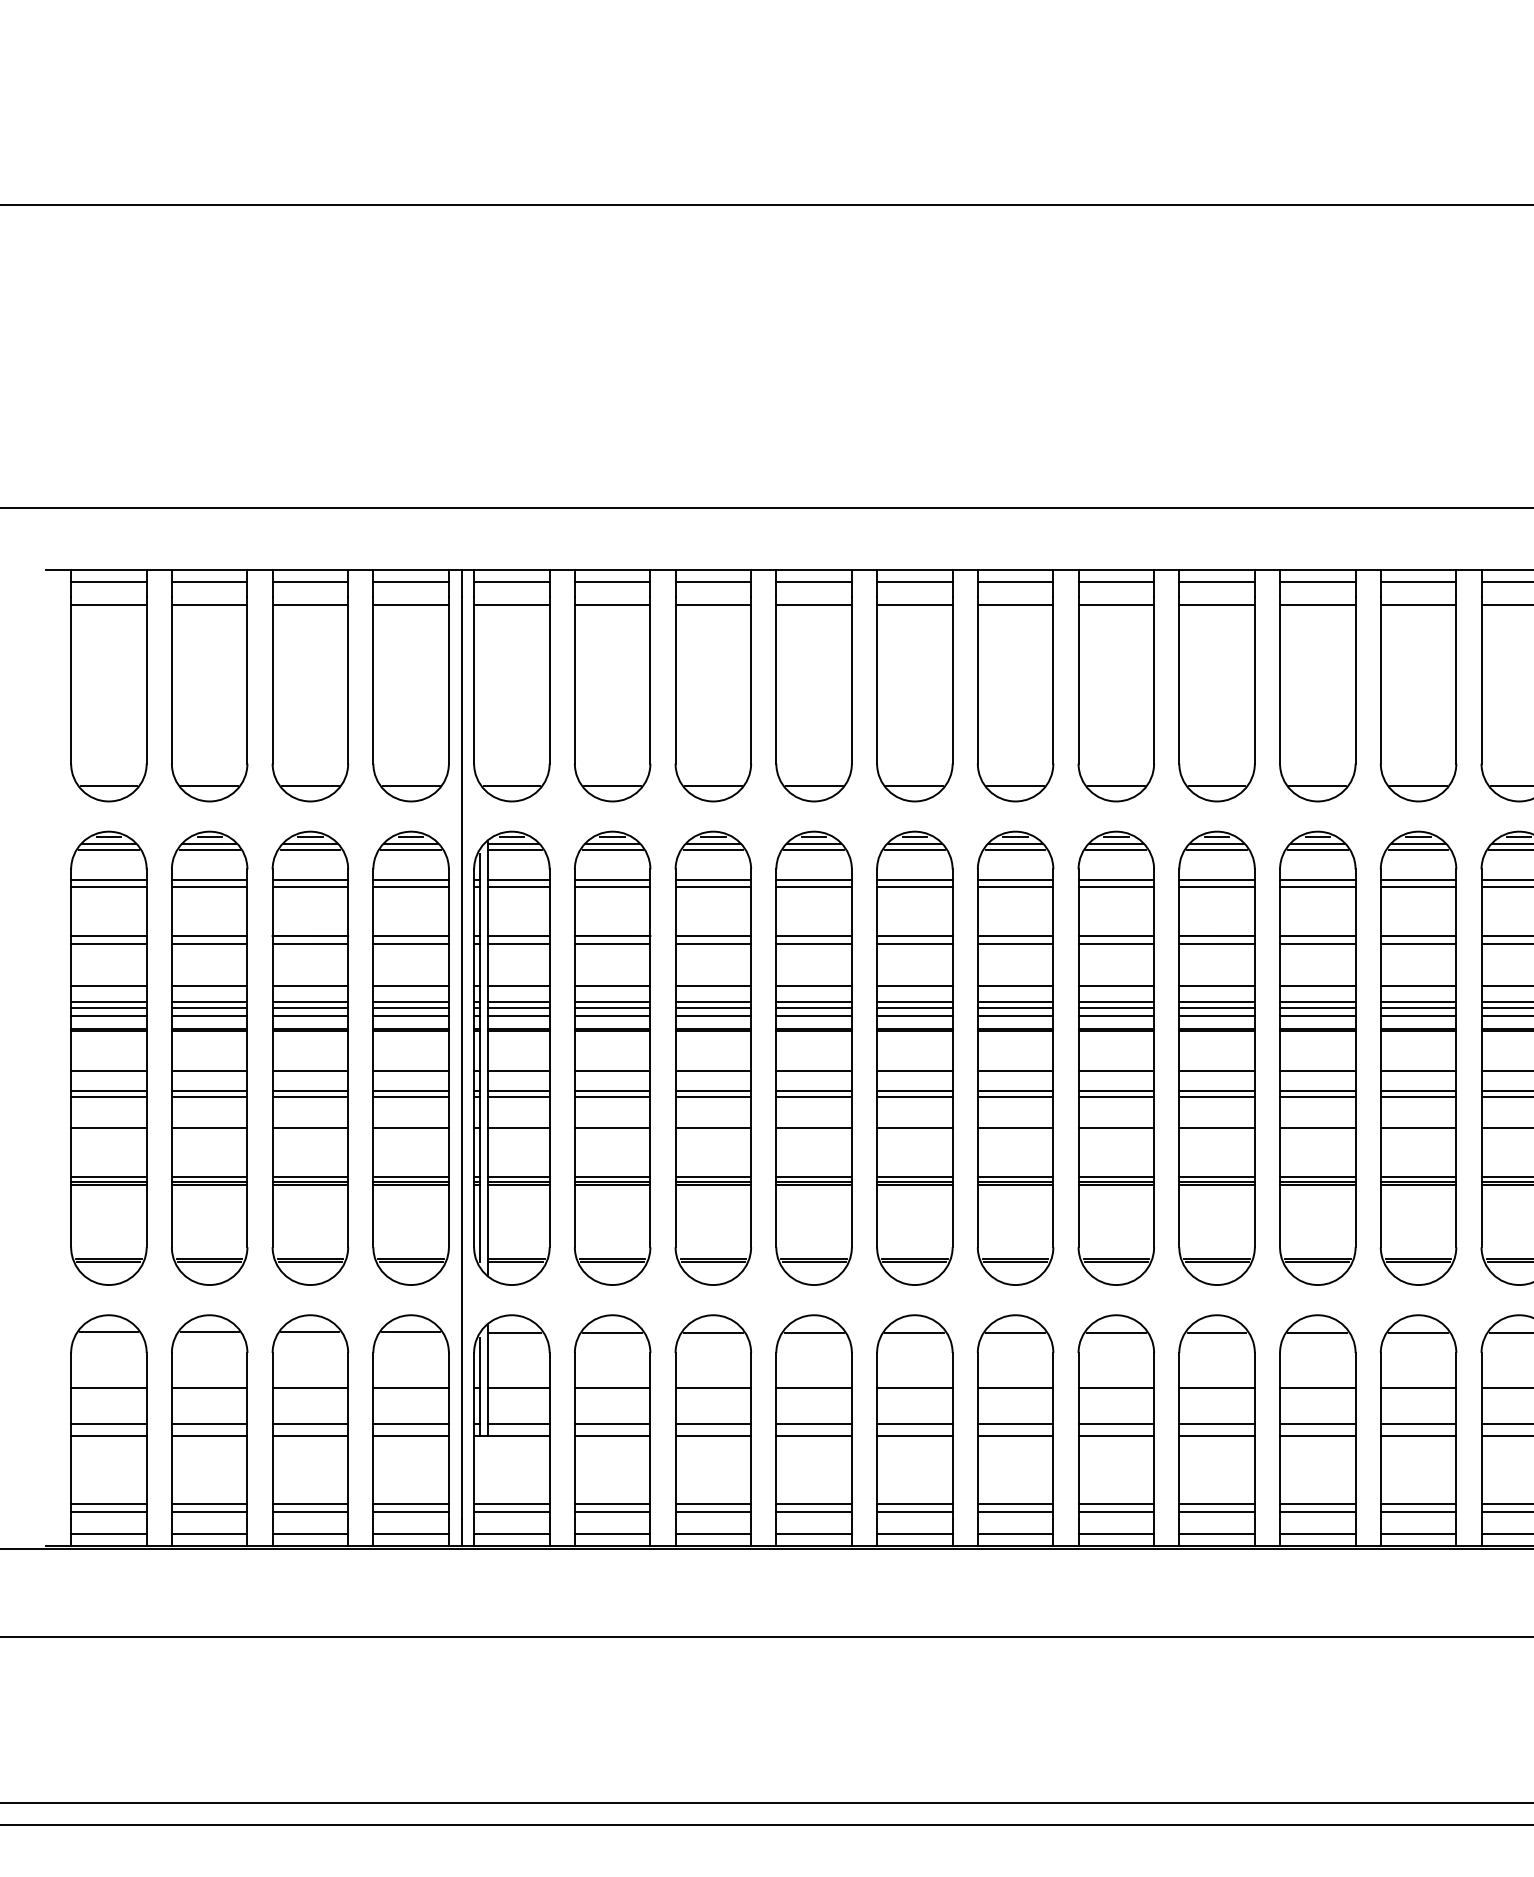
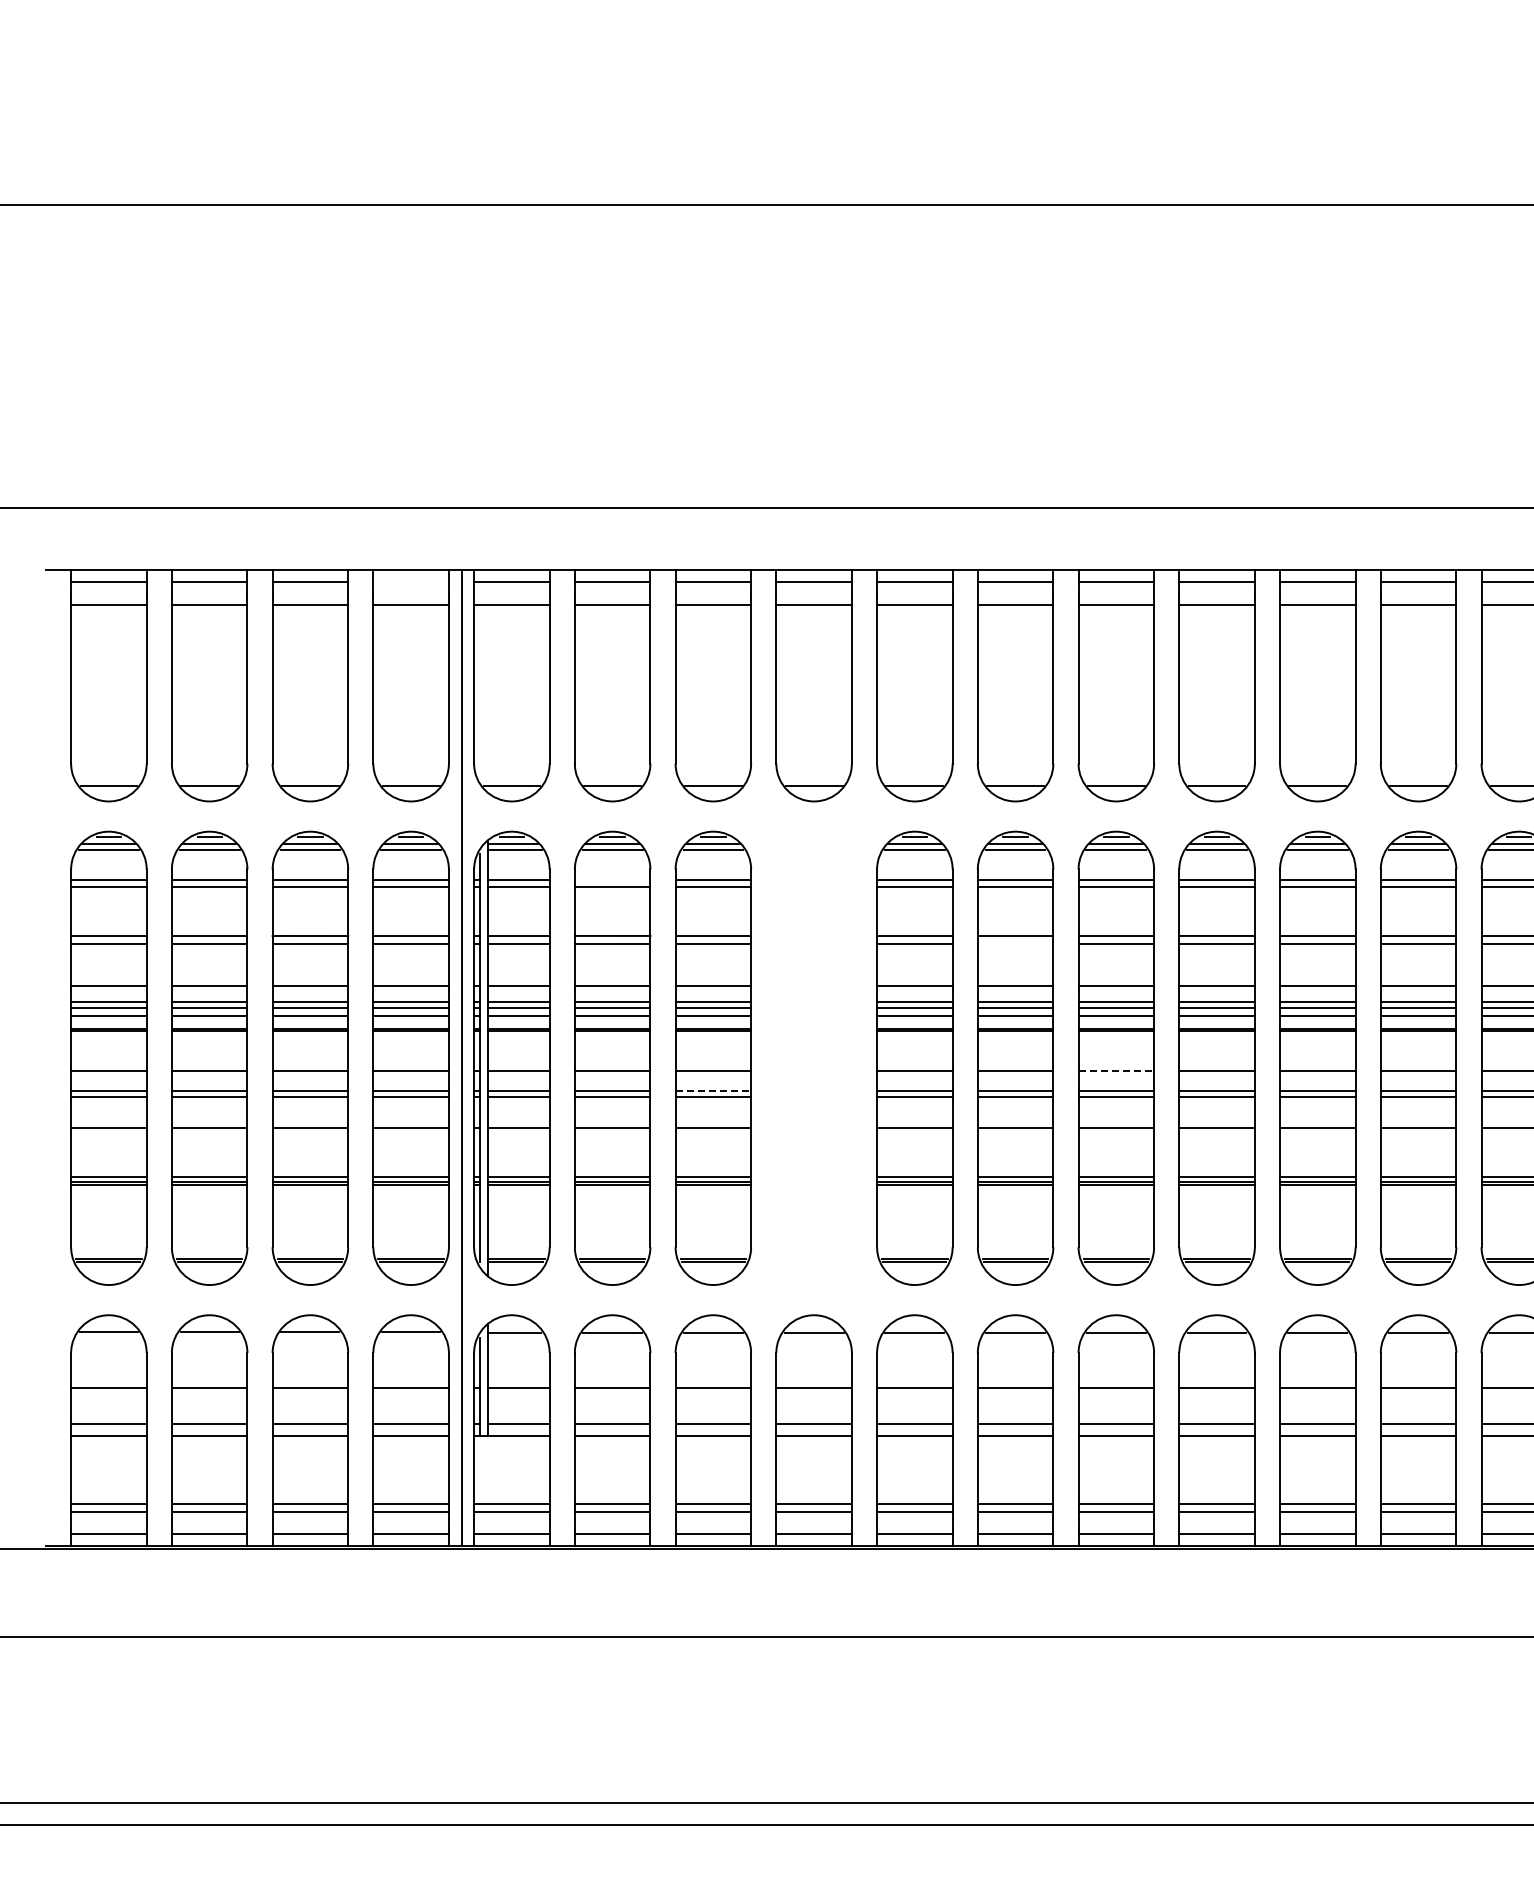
line at (410, 582): present -> none
line at (612, 879): present -> none
line at (1015, 943): present -> none
part at (813, 1057): present -> none
line at (1116, 1071): solid -> dashed
line at (713, 1090): solid -> dashed
